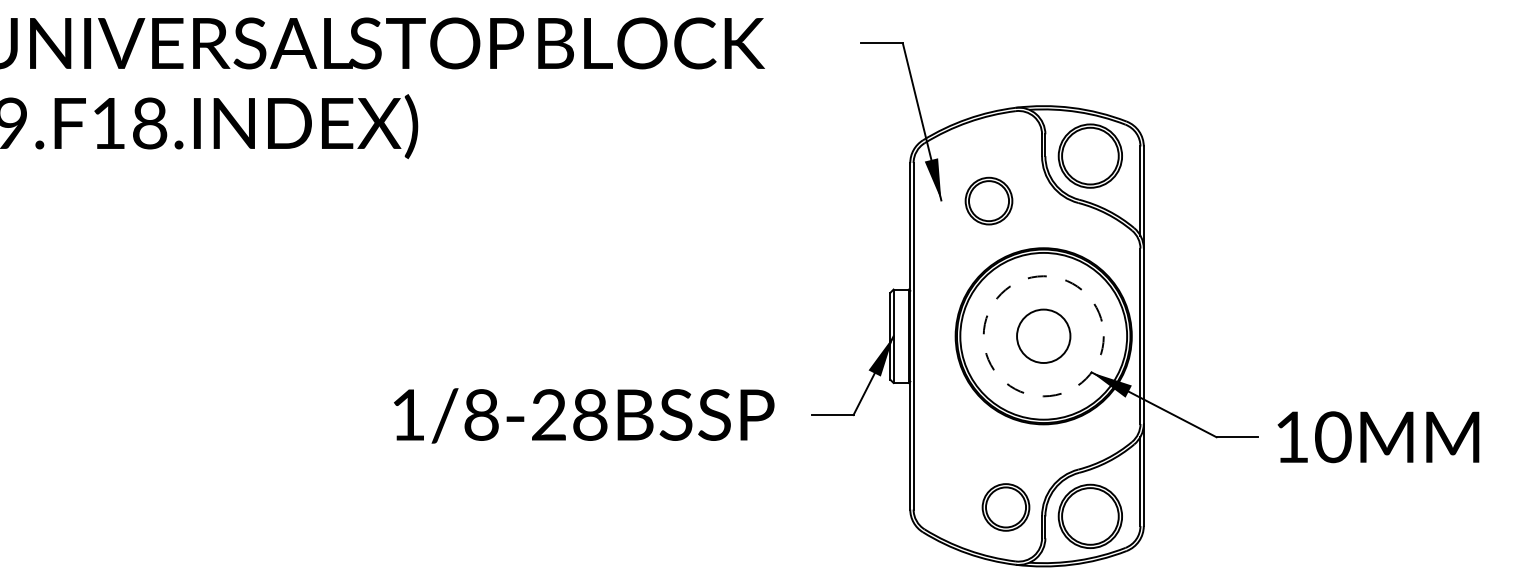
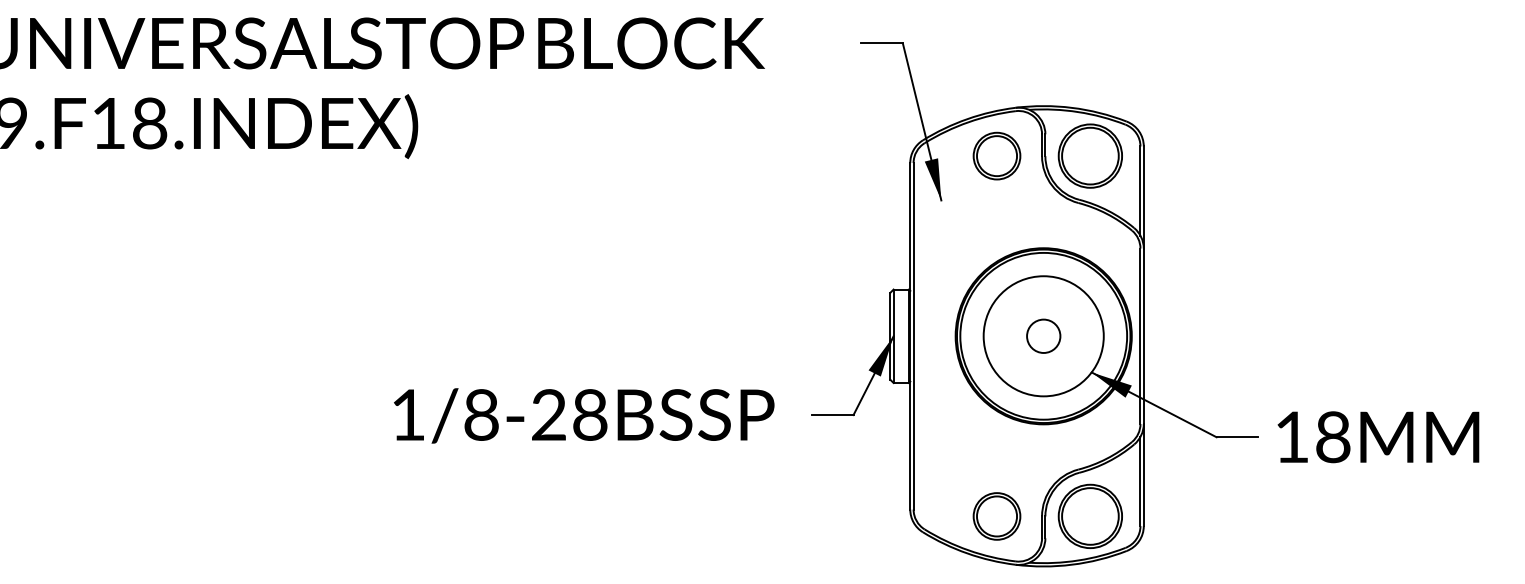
part at (988, 200) position: (988, 200) -> (996, 155)
circle at (1043, 335) diameter: 53 px -> 33 px
circle at (1043, 336): dashed -> solid
text at (1333, 436): 10MM -> 18MM
part at (1005, 507) position: (1005, 507) -> (996, 516)
